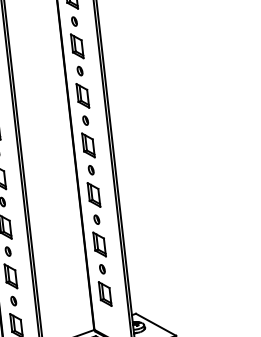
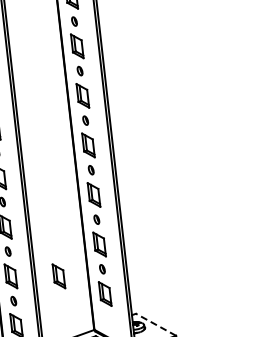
part at (58, 276): none -> present
line at (156, 324): solid -> dashed
